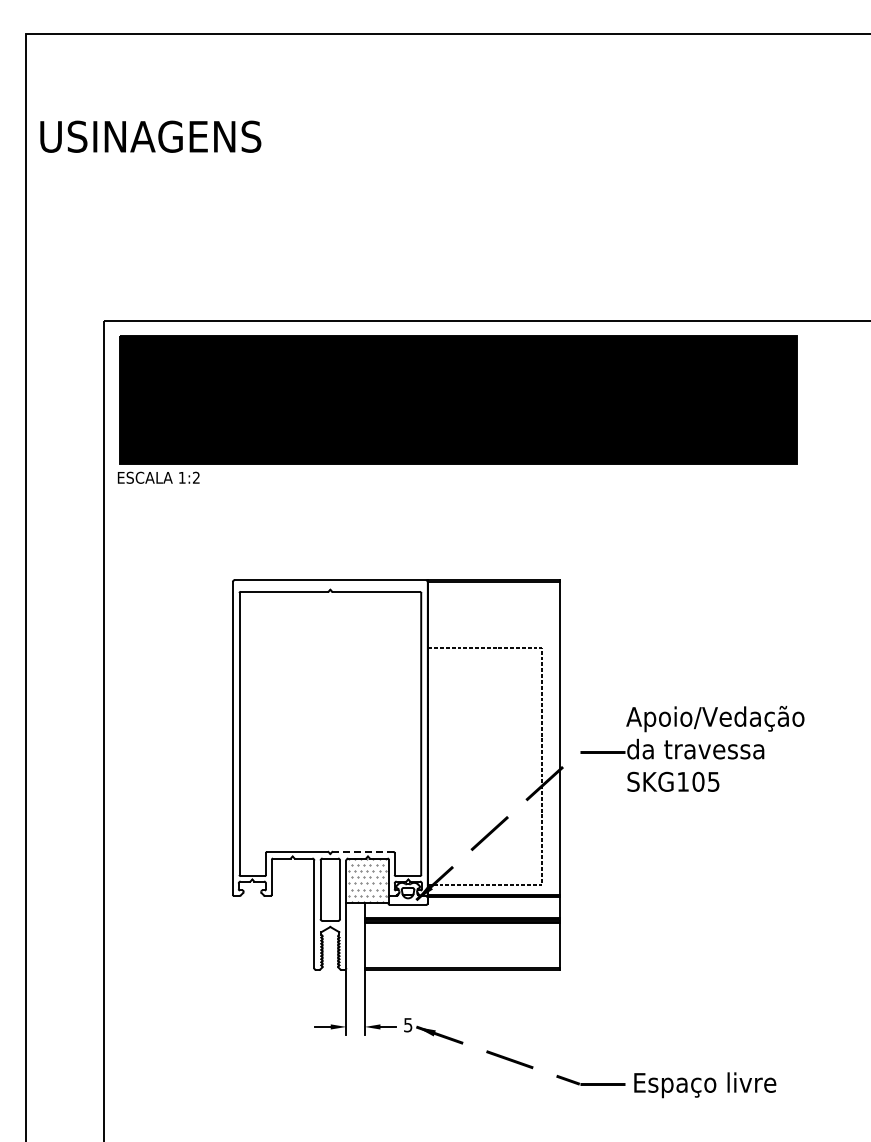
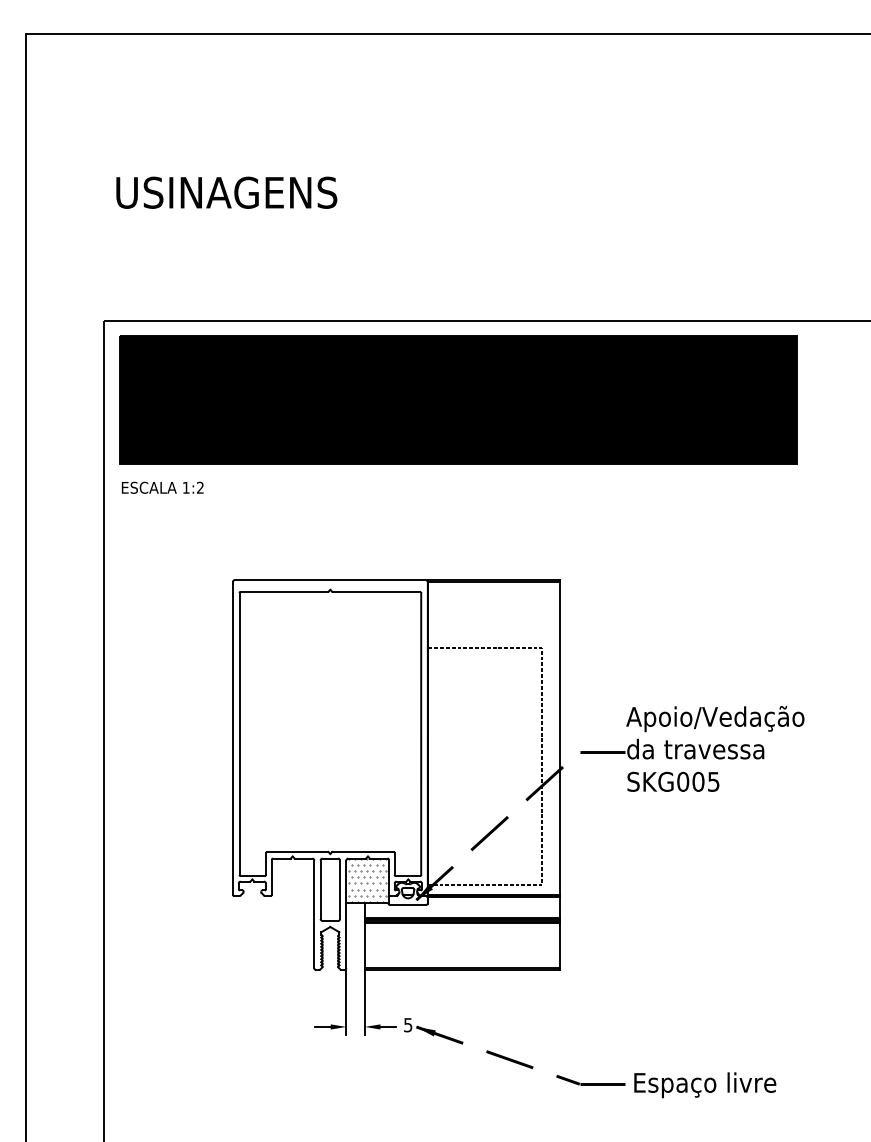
text at (150, 136) position: (150, 136) -> (226, 192)
text at (158, 477) position: (158, 477) -> (162, 487)
text at (683, 781): SKG105 -> SKG005
line at (362, 851): dashed -> solid
